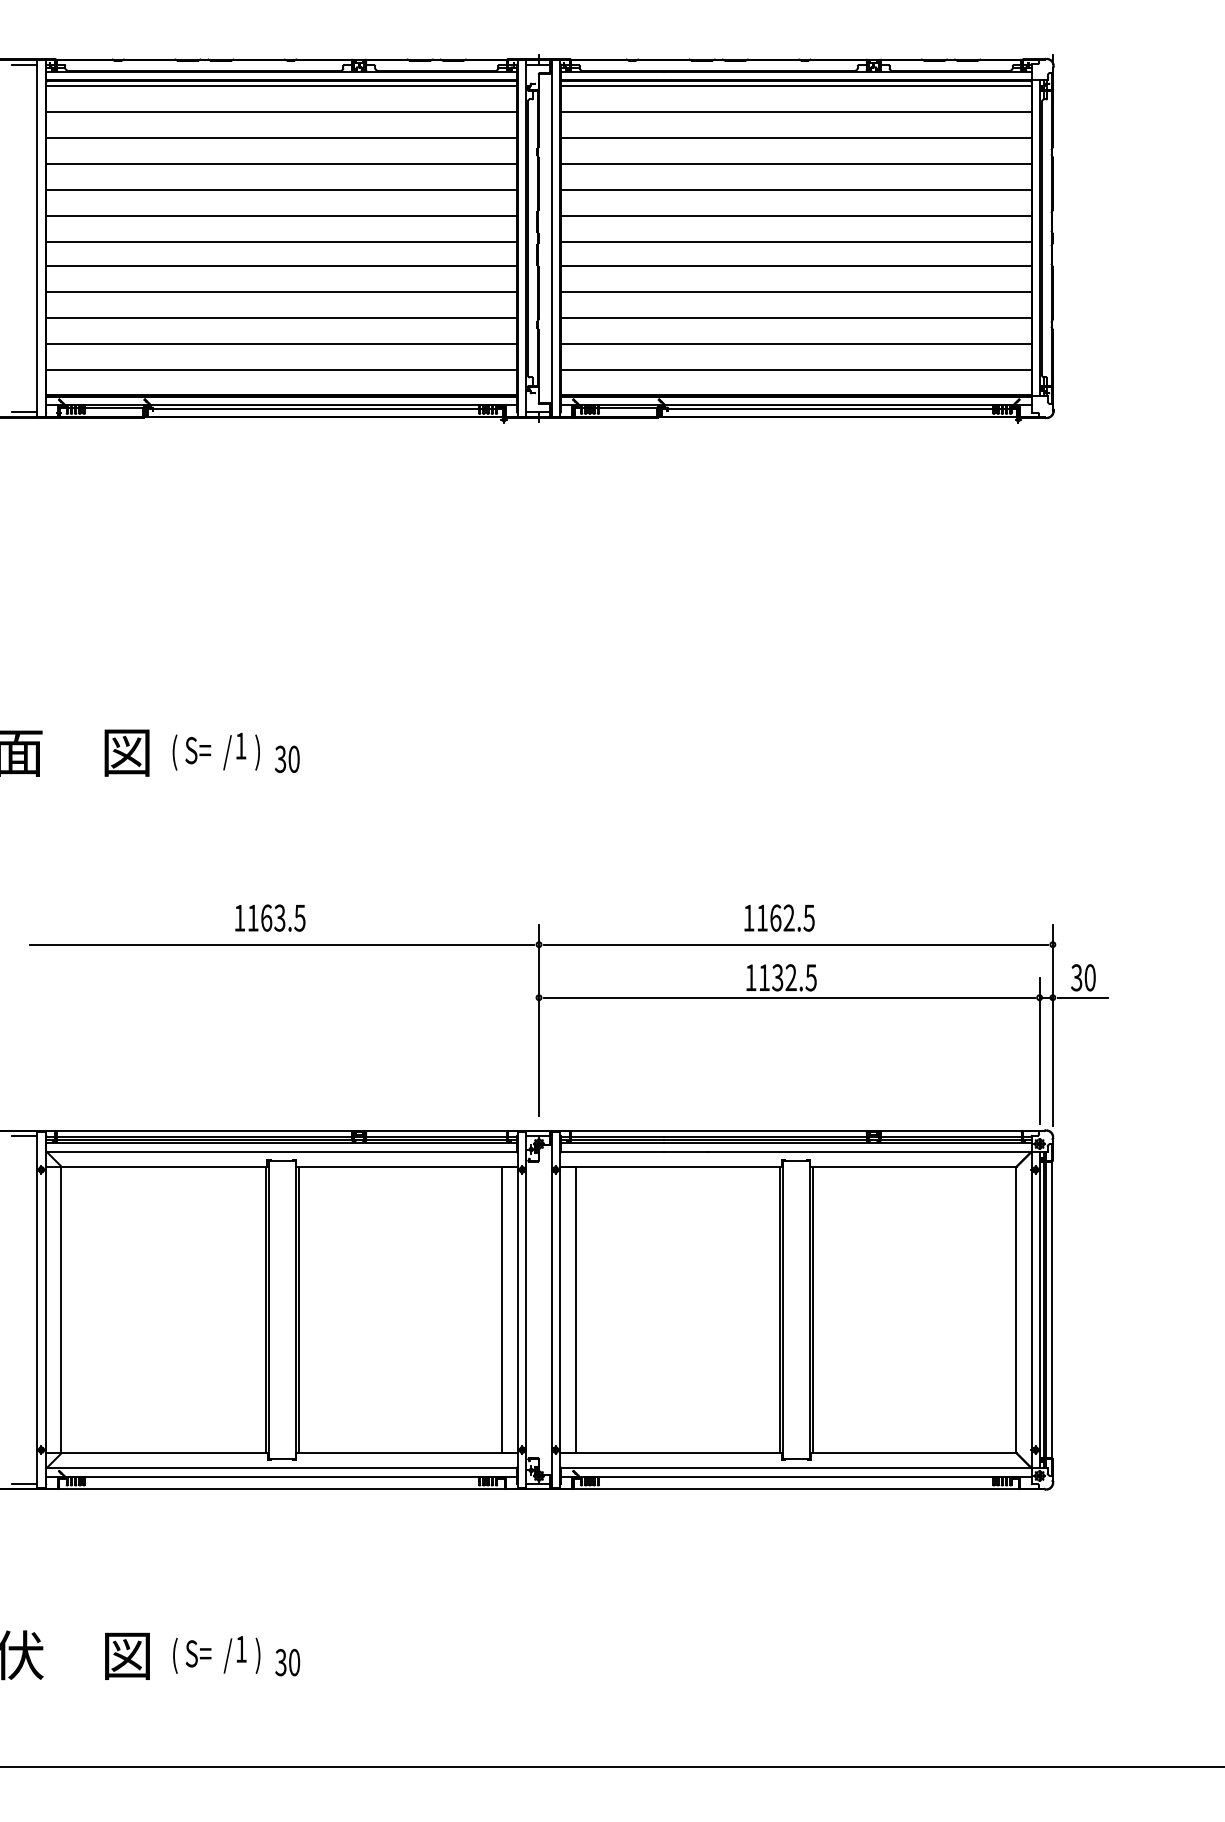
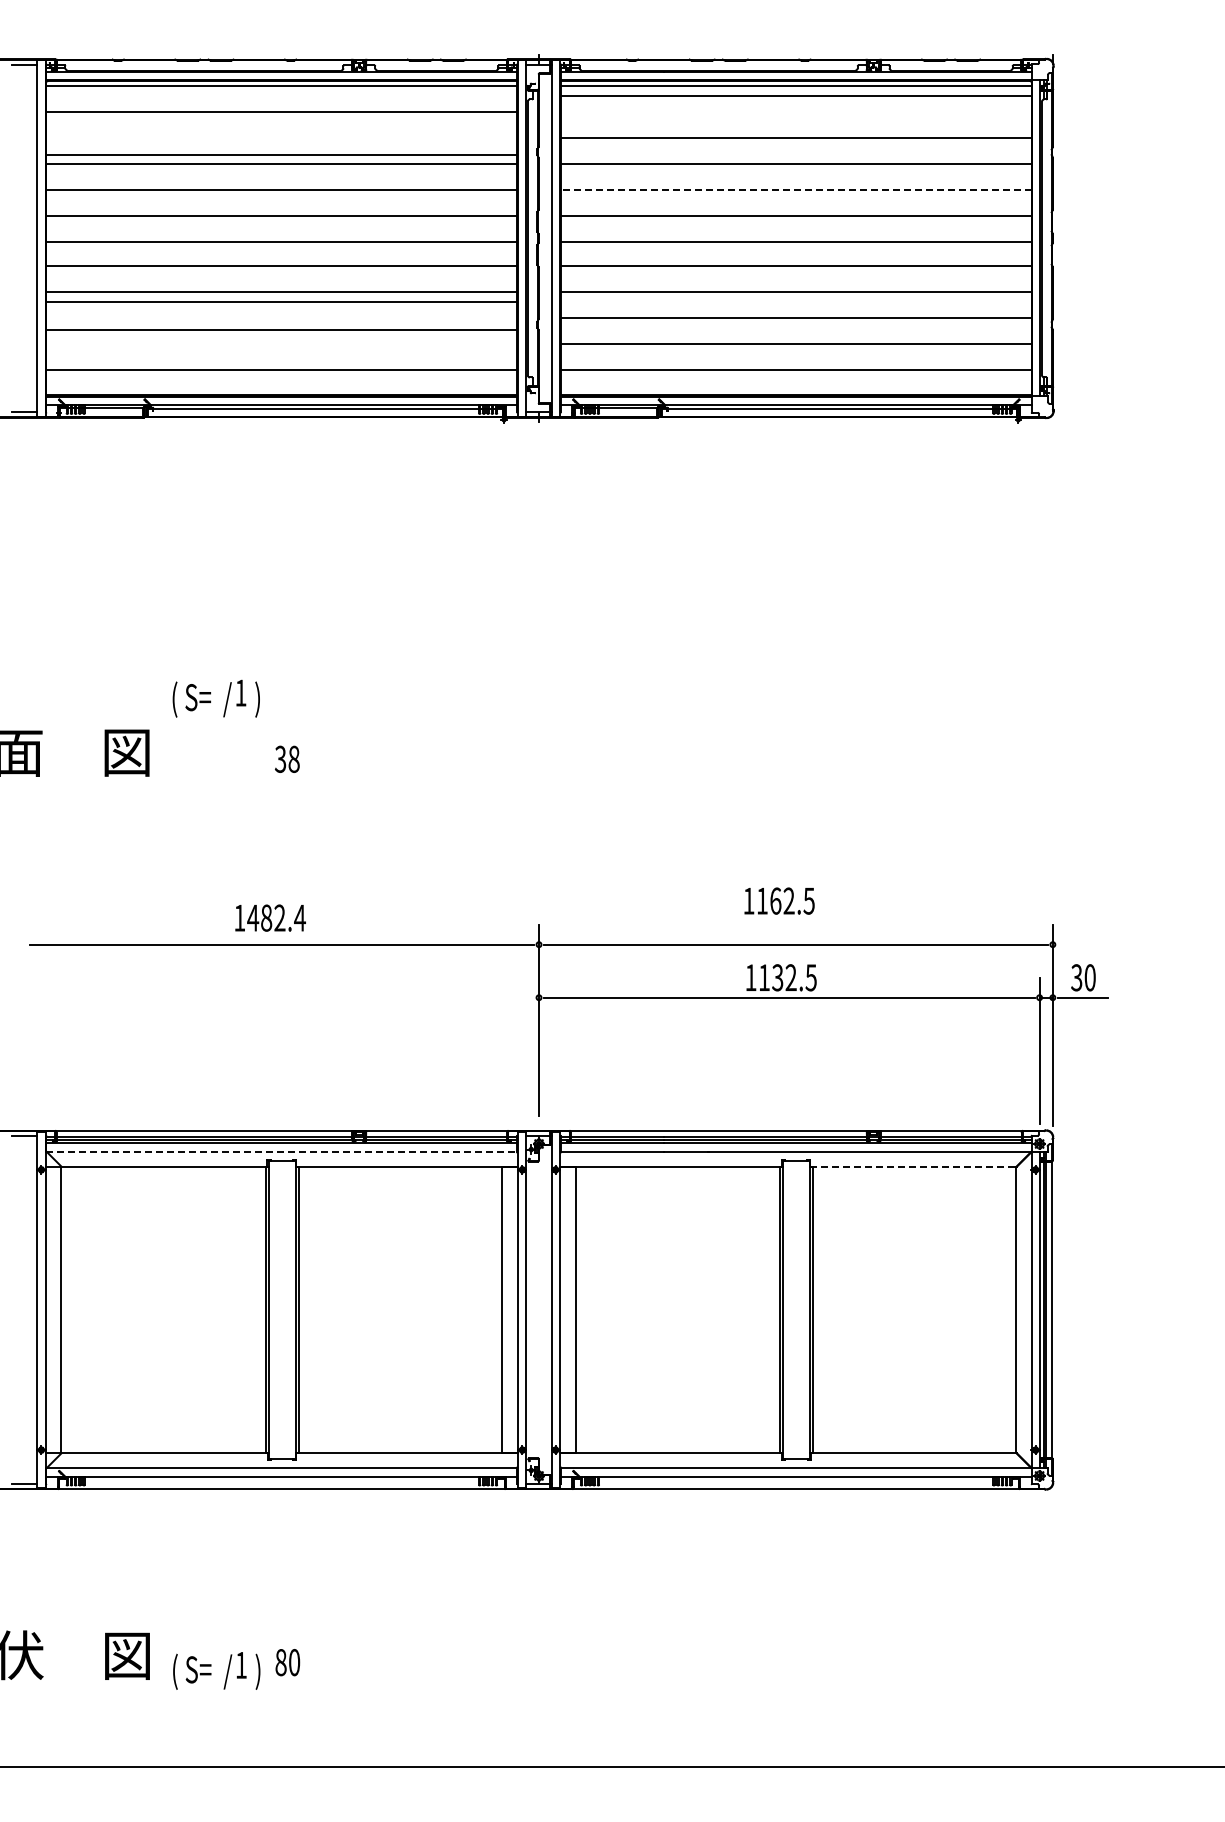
line at (795, 112) position: (795, 112) -> (795, 96)
line at (281, 138) position: (281, 138) -> (281, 155)
line at (795, 189): solid -> dashed
line at (281, 318) position: (281, 318) -> (281, 302)
line at (281, 343) position: (281, 343) -> (281, 329)
text at (215, 751) position: (215, 751) -> (215, 698)
text at (293, 759): 30 -> 38
text at (276, 917): 1163.5 -> 1482.4
text at (779, 917) position: (779, 917) -> (779, 900)
line at (282, 1151): solid -> dashed
line at (913, 1167): solid -> dashed
text at (216, 1654) position: (216, 1654) -> (216, 1670)
text at (280, 1662): 30 -> 80
